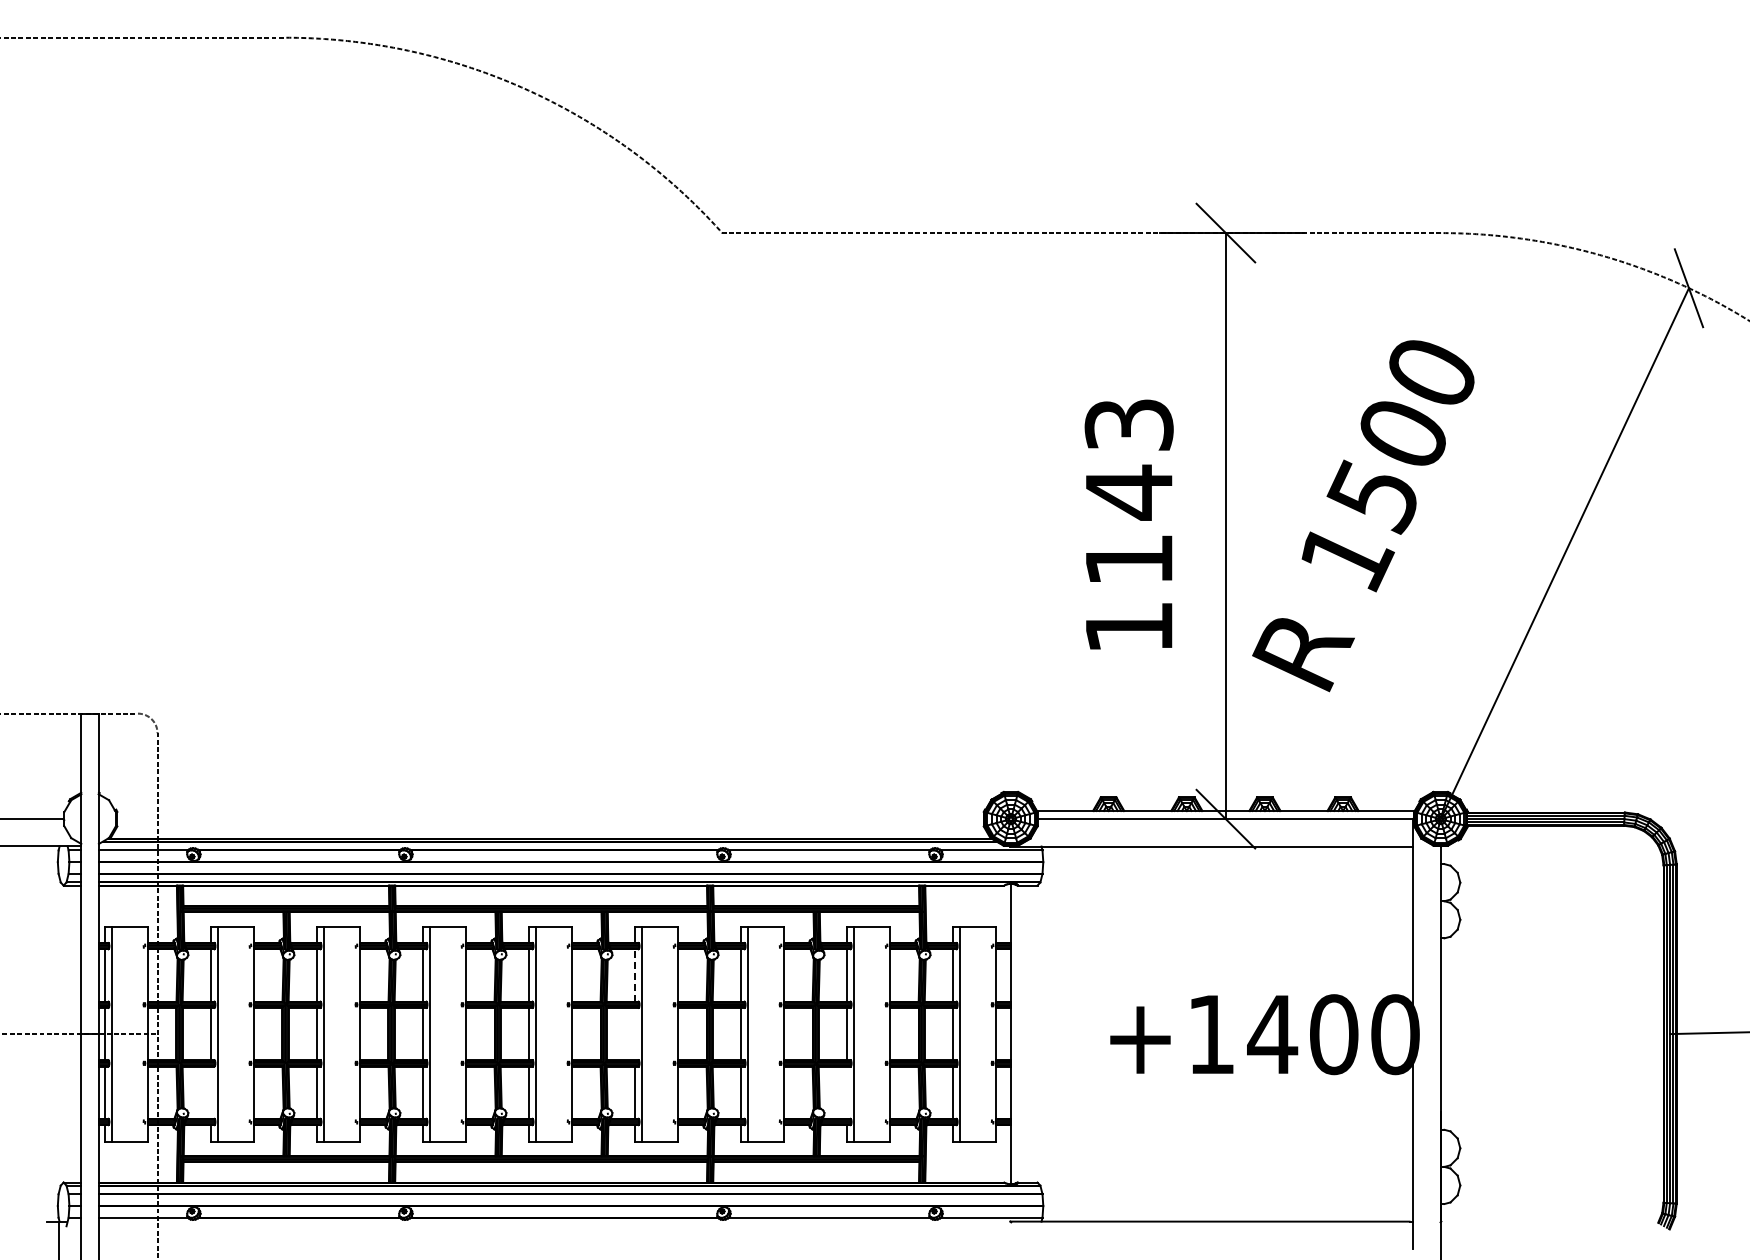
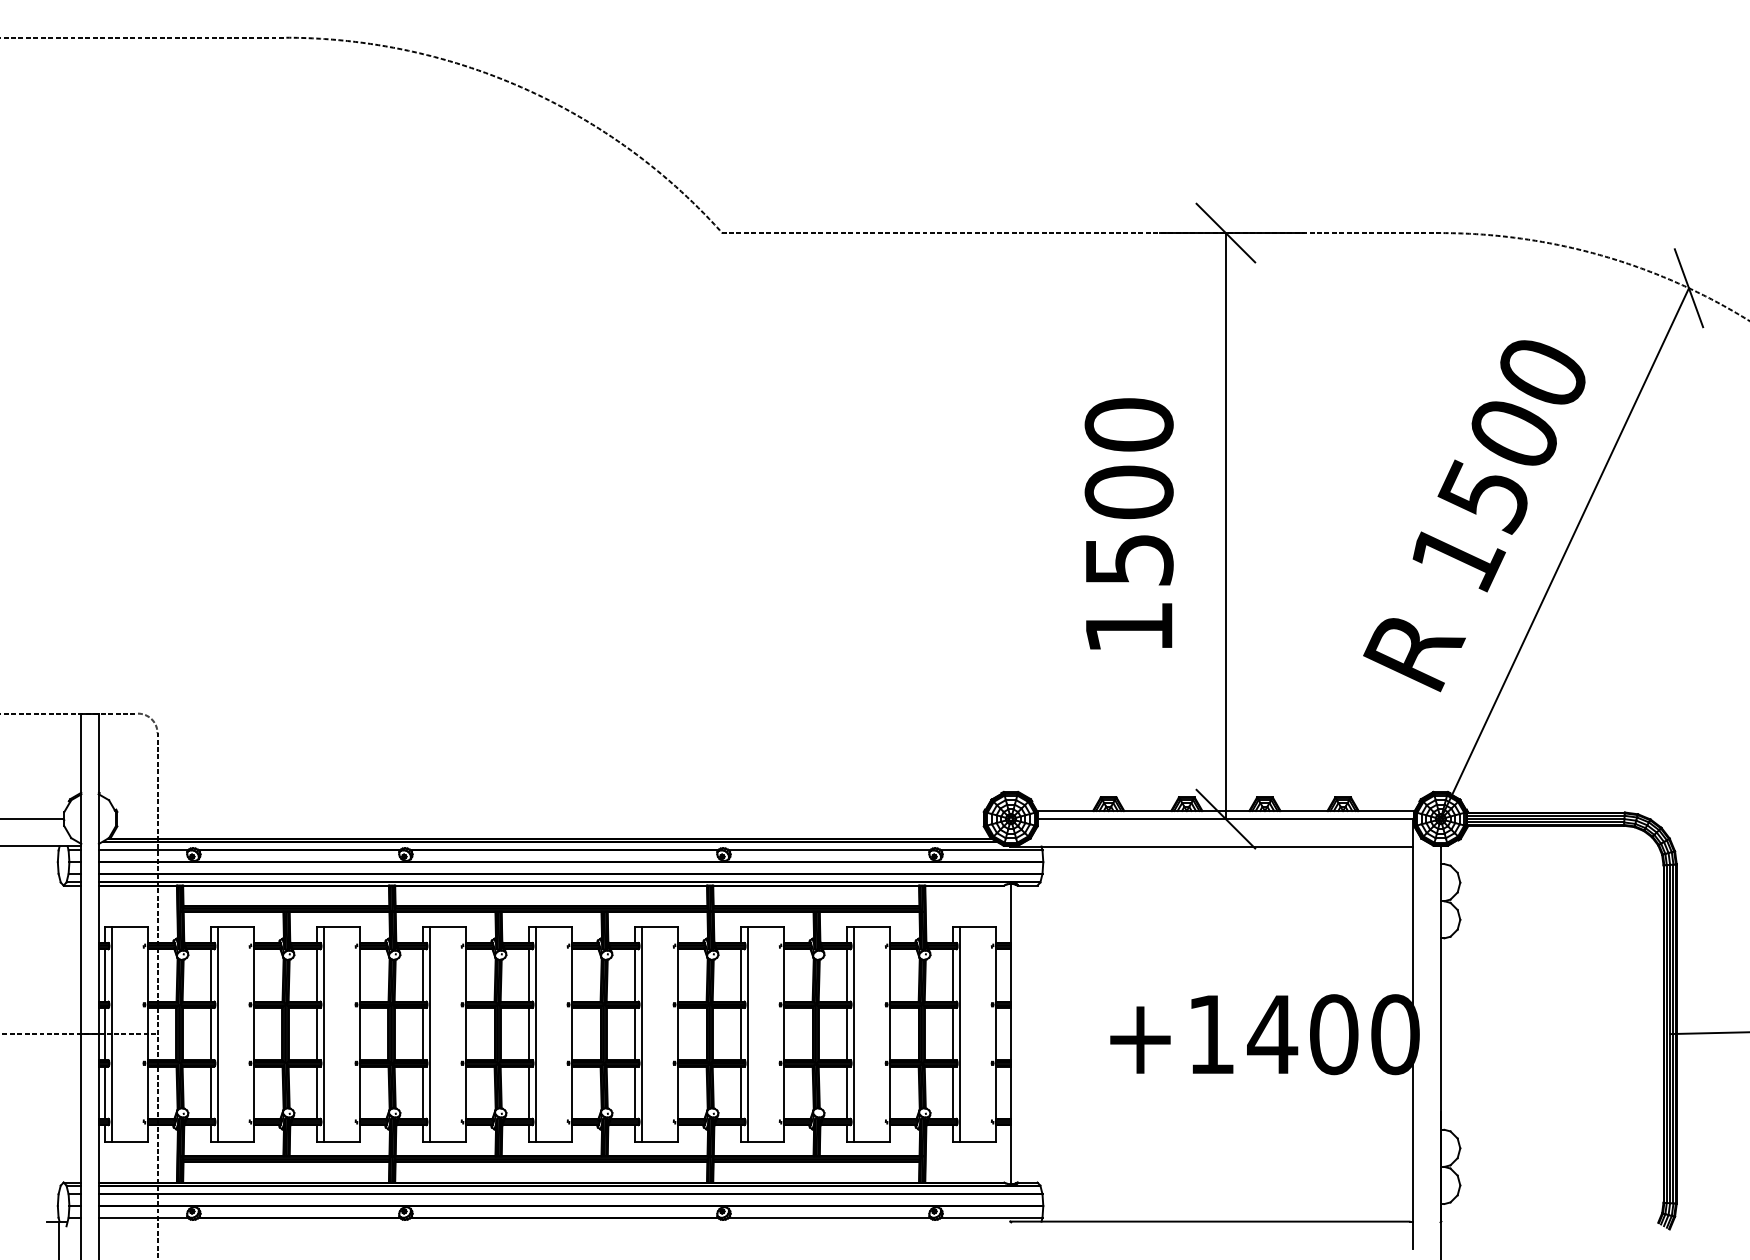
text at (1128, 491): 1143 -> 1500
text at (1363, 516) position: (1363, 516) -> (1474, 516)
line at (635, 974): dashed -> solid
line at (635, 1033): none -> present
line at (211, 1092): none -> present
line at (847, 1092): none -> present
